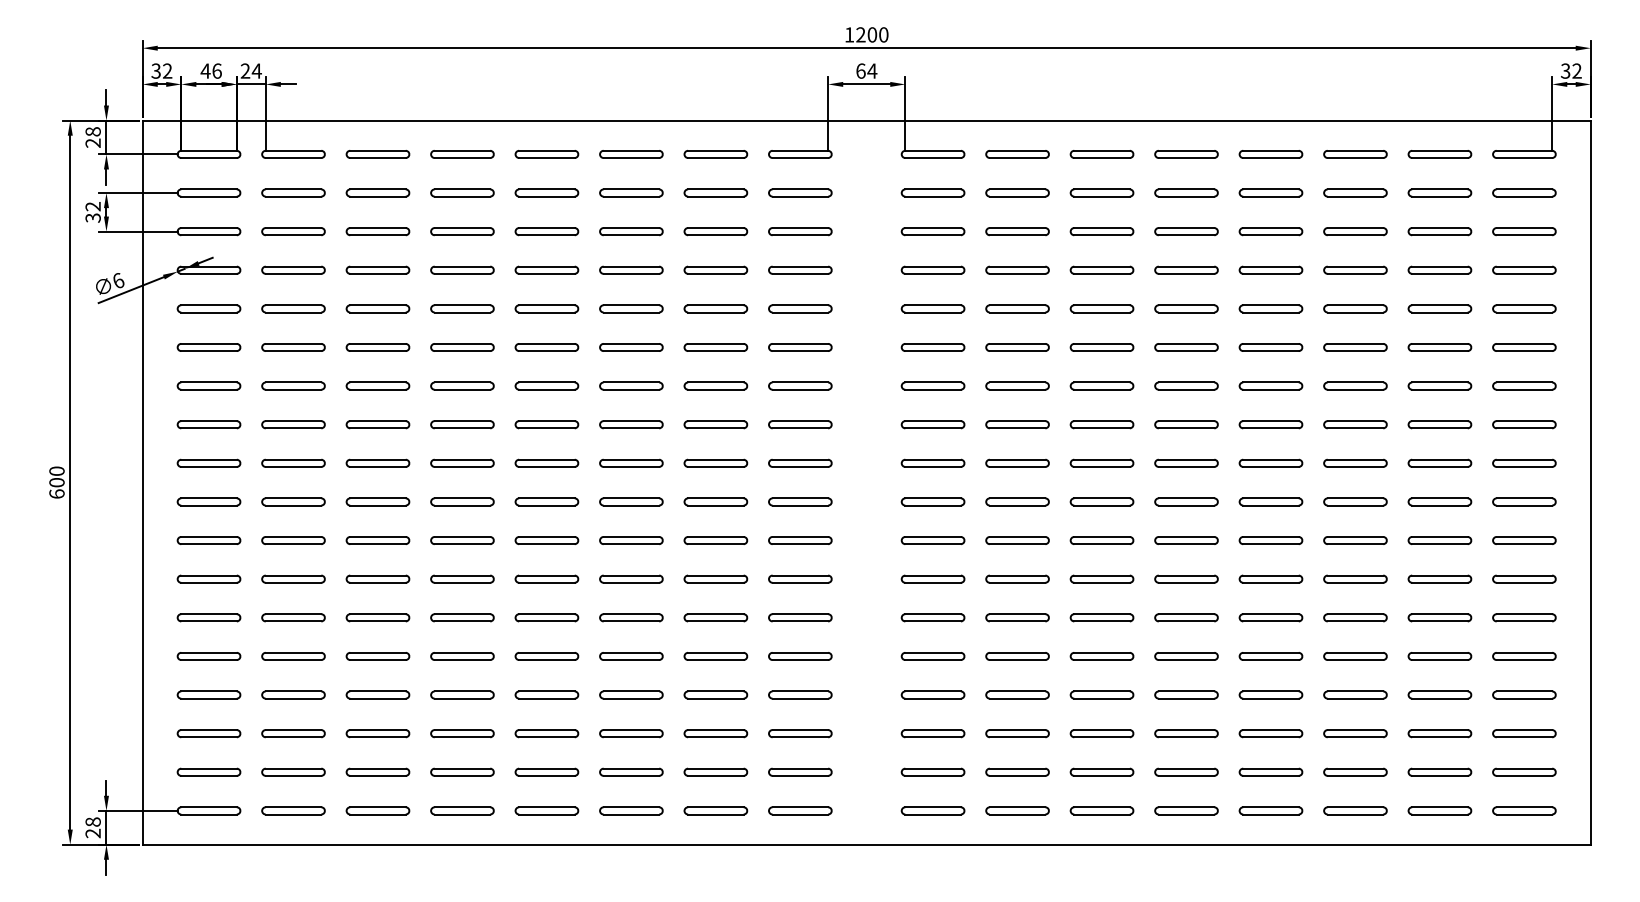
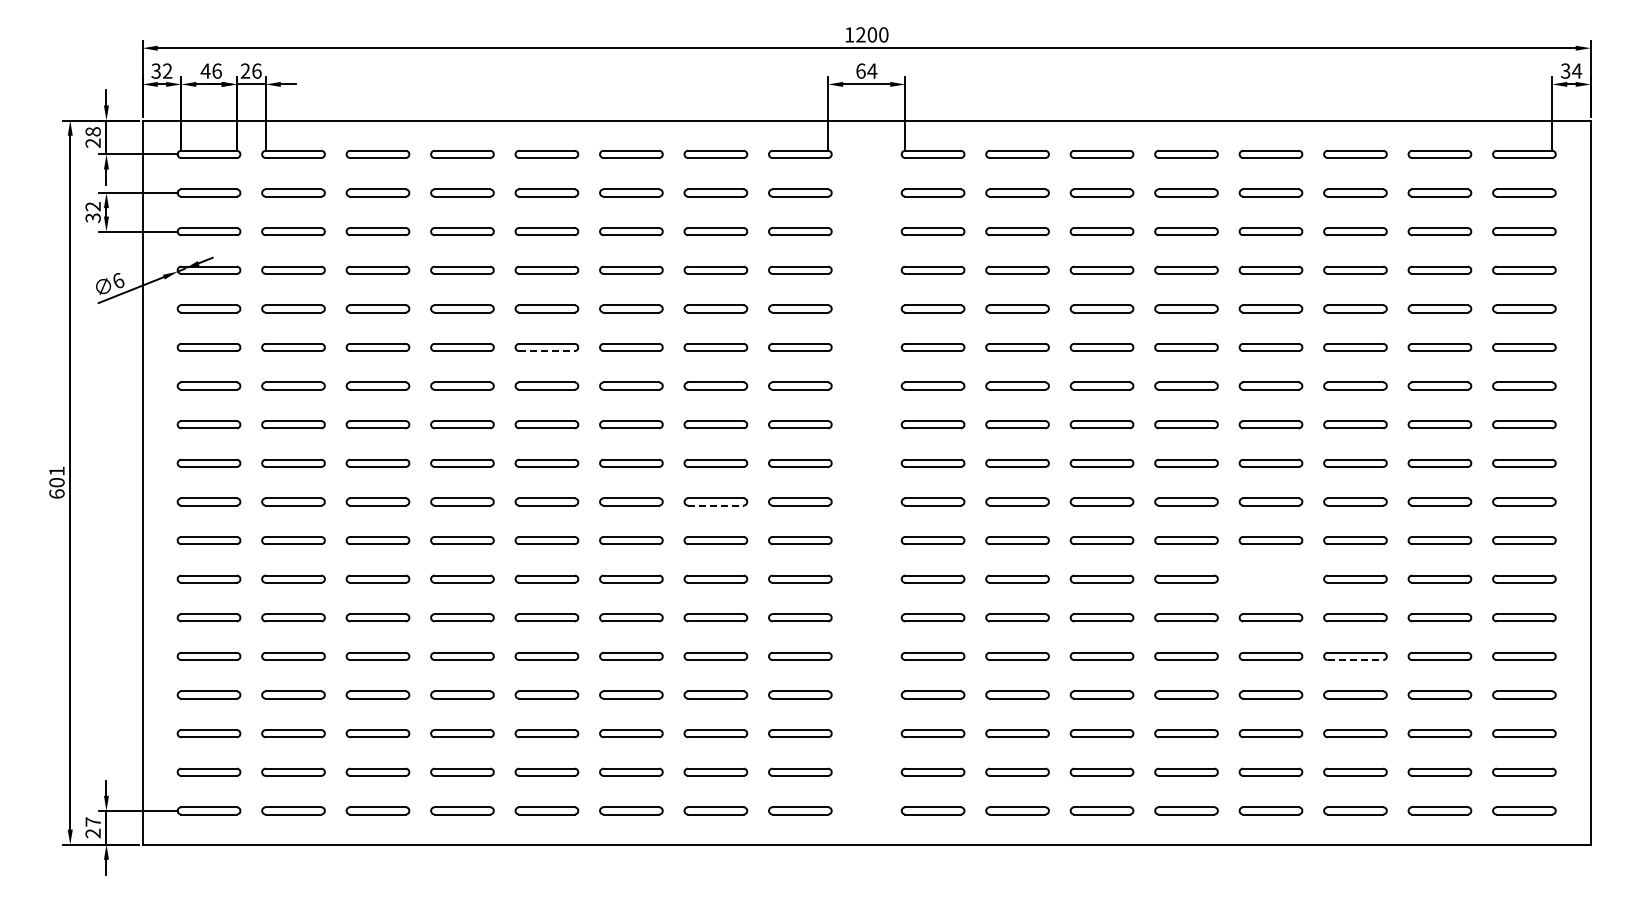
text at (256, 70): 24 -> 26
text at (1577, 70): 32 -> 34
line at (546, 351): solid -> dashed
text at (56, 470): 600 -> 601
line at (715, 505): solid -> dashed
part at (1270, 578): present -> none
line at (1355, 660): solid -> dashed
text at (92, 821): 28 -> 27
